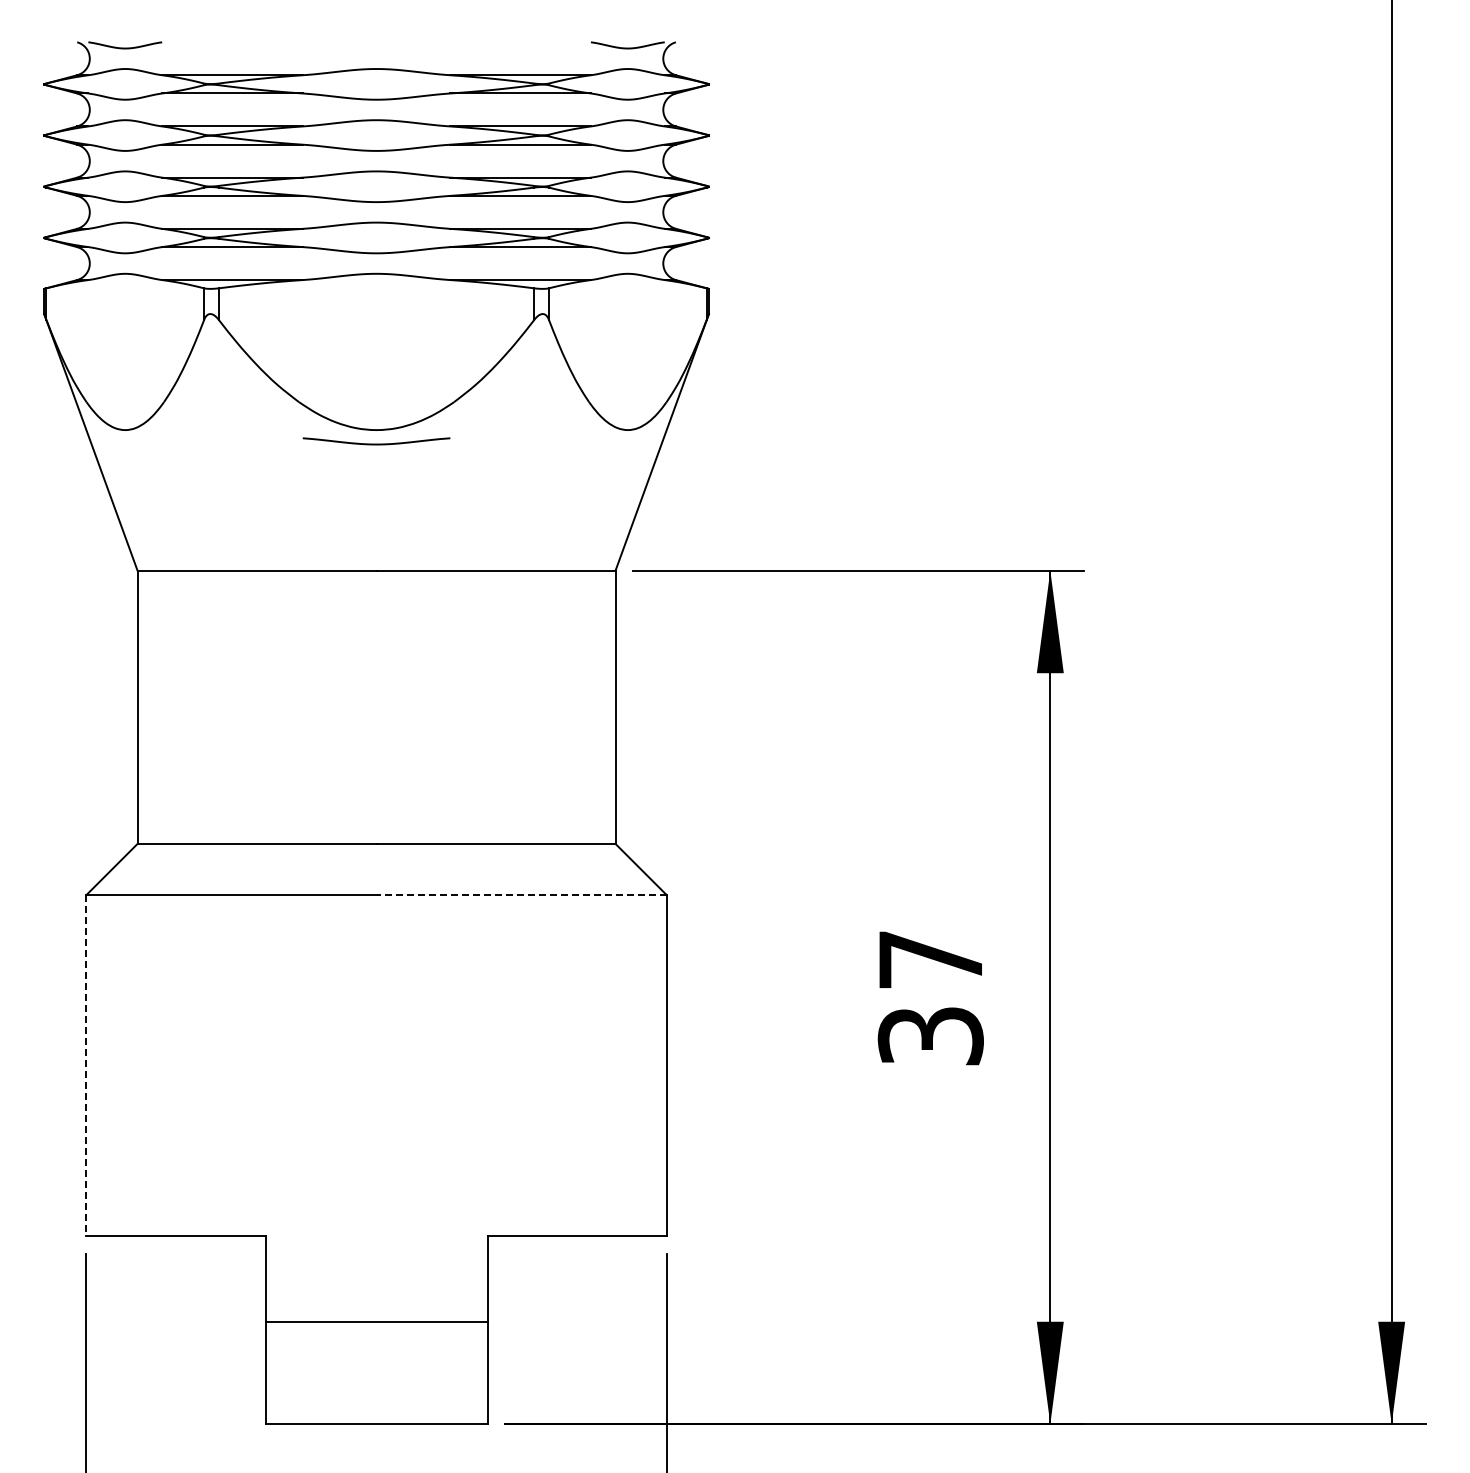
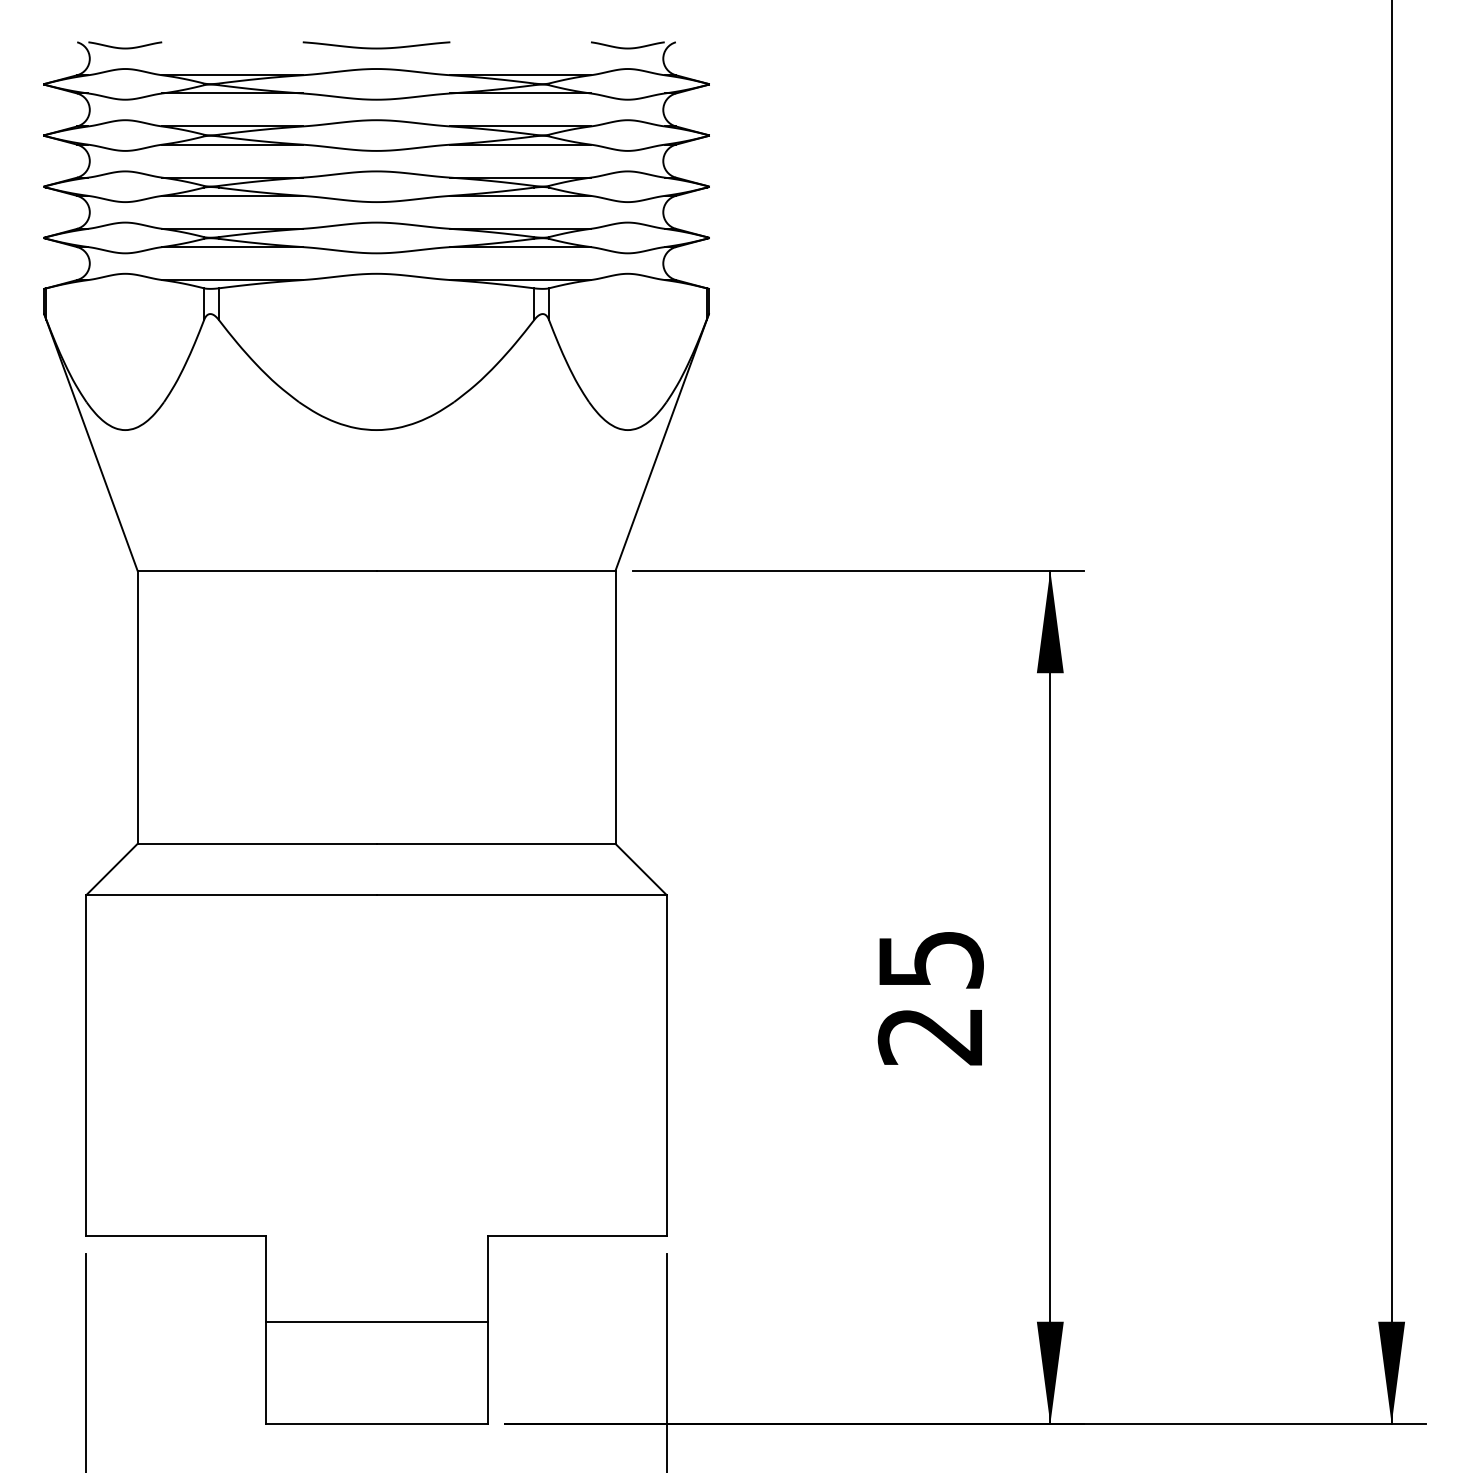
curve at (376, 443) position: (376, 443) -> (376, 47)
line at (521, 895): dashed -> solid
text at (930, 998): 37 -> 25
line at (86, 1065): dashed -> solid
